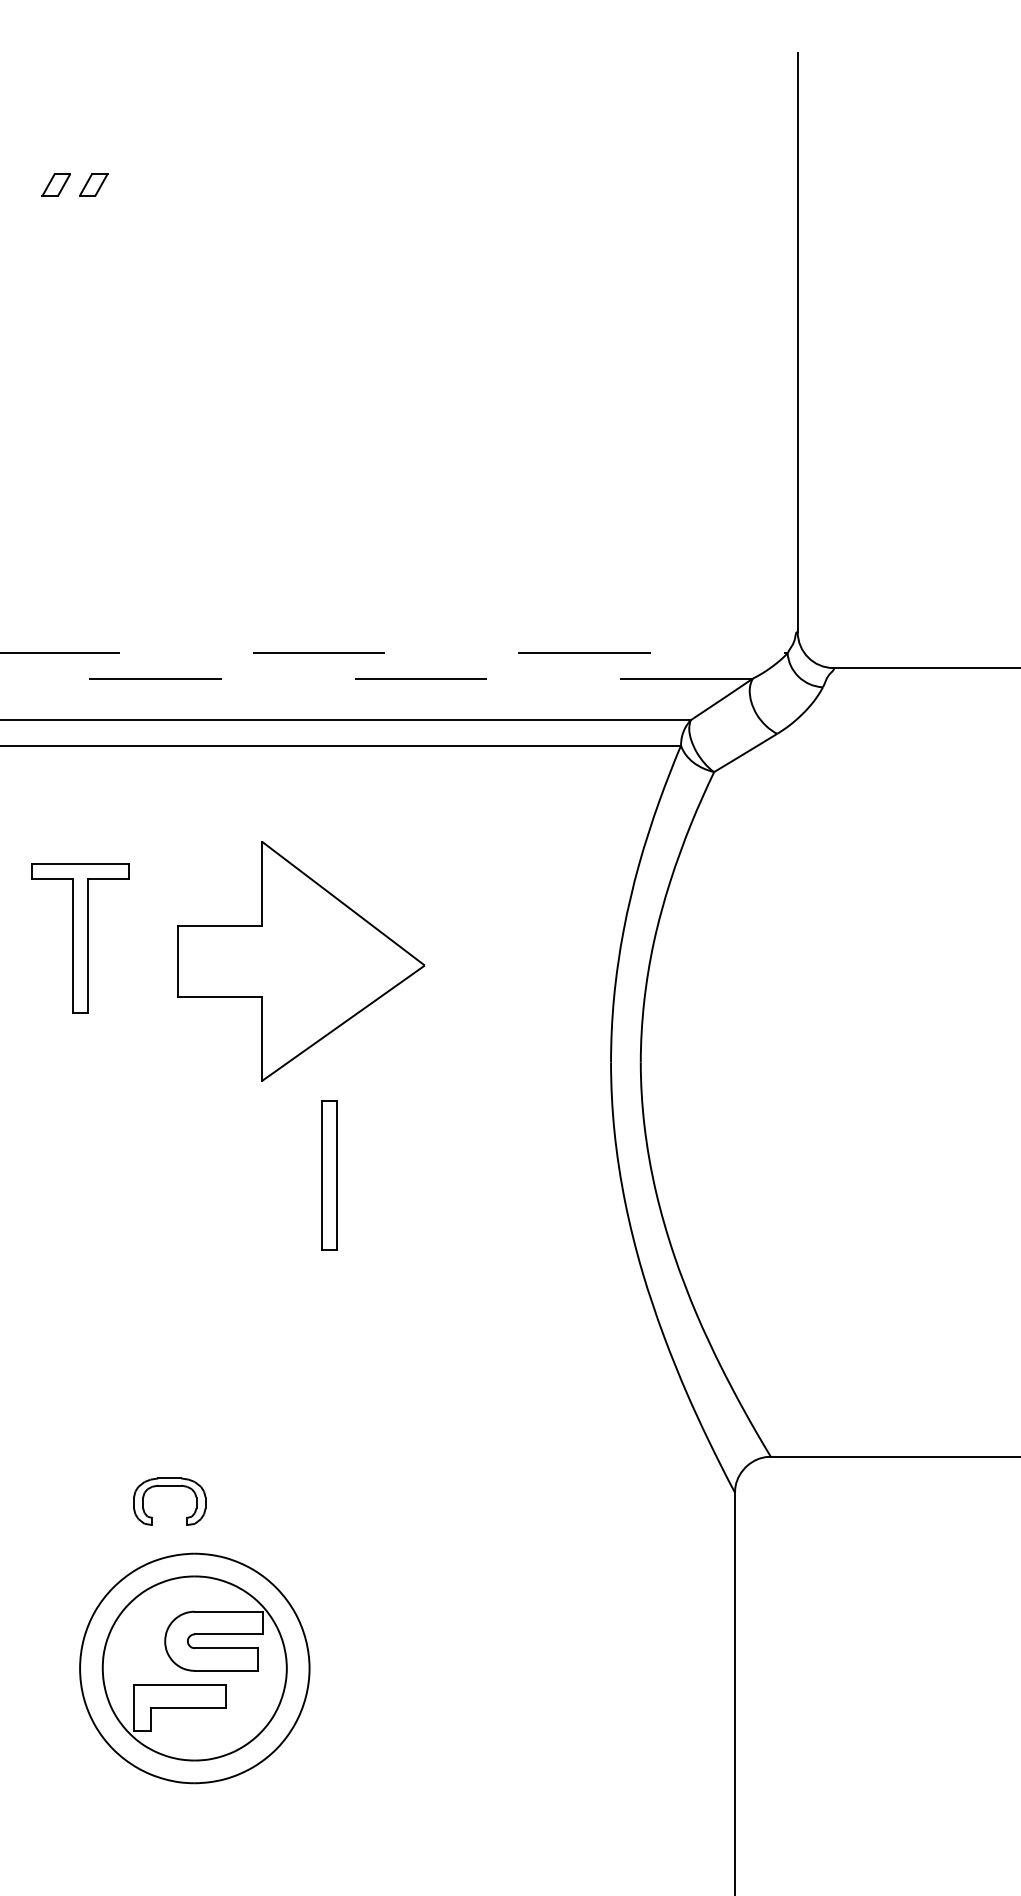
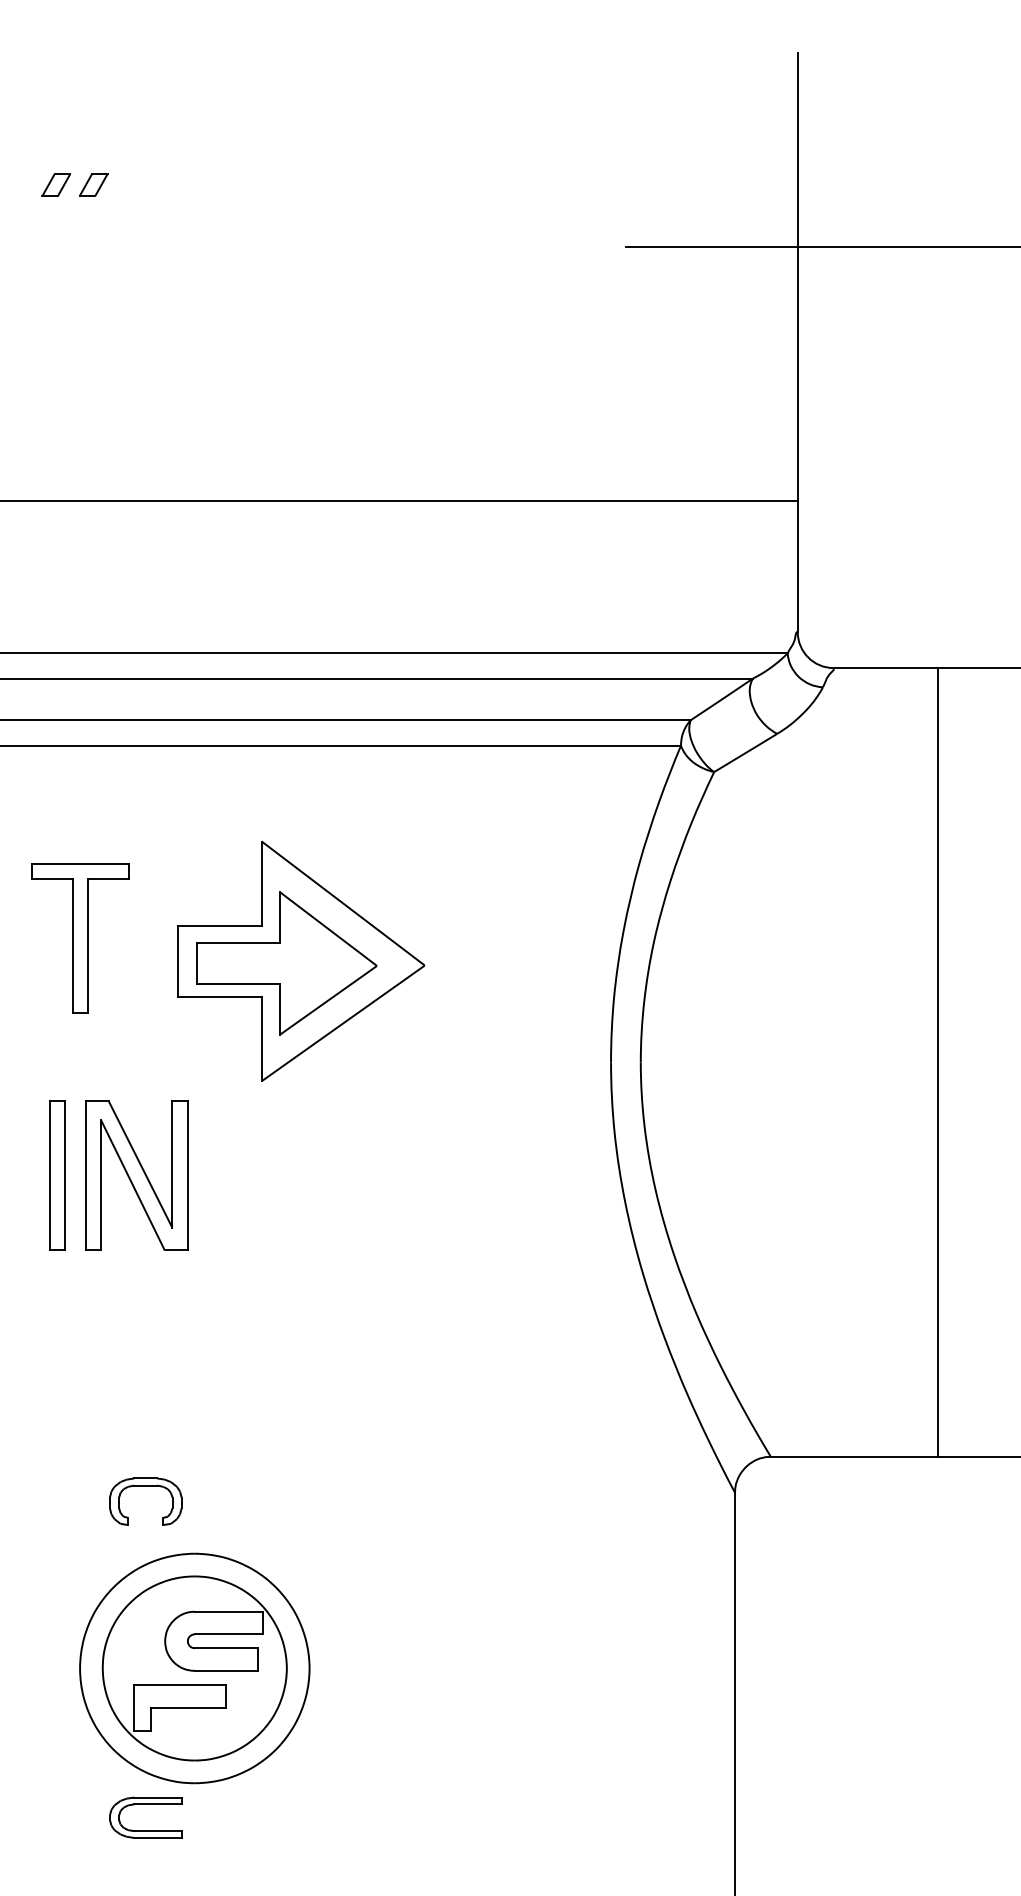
line at (821, 246): none -> present
line at (399, 500): none -> present
line at (394, 653): dashed -> solid
line at (376, 678): dashed -> solid
part at (286, 963): none -> present
line at (938, 1062): none -> present
part at (136, 1175): none -> present
part at (329, 1175) position: (329, 1175) -> (57, 1175)
part at (169, 1486) position: (169, 1486) -> (145, 1486)
part at (145, 1804): none -> present
